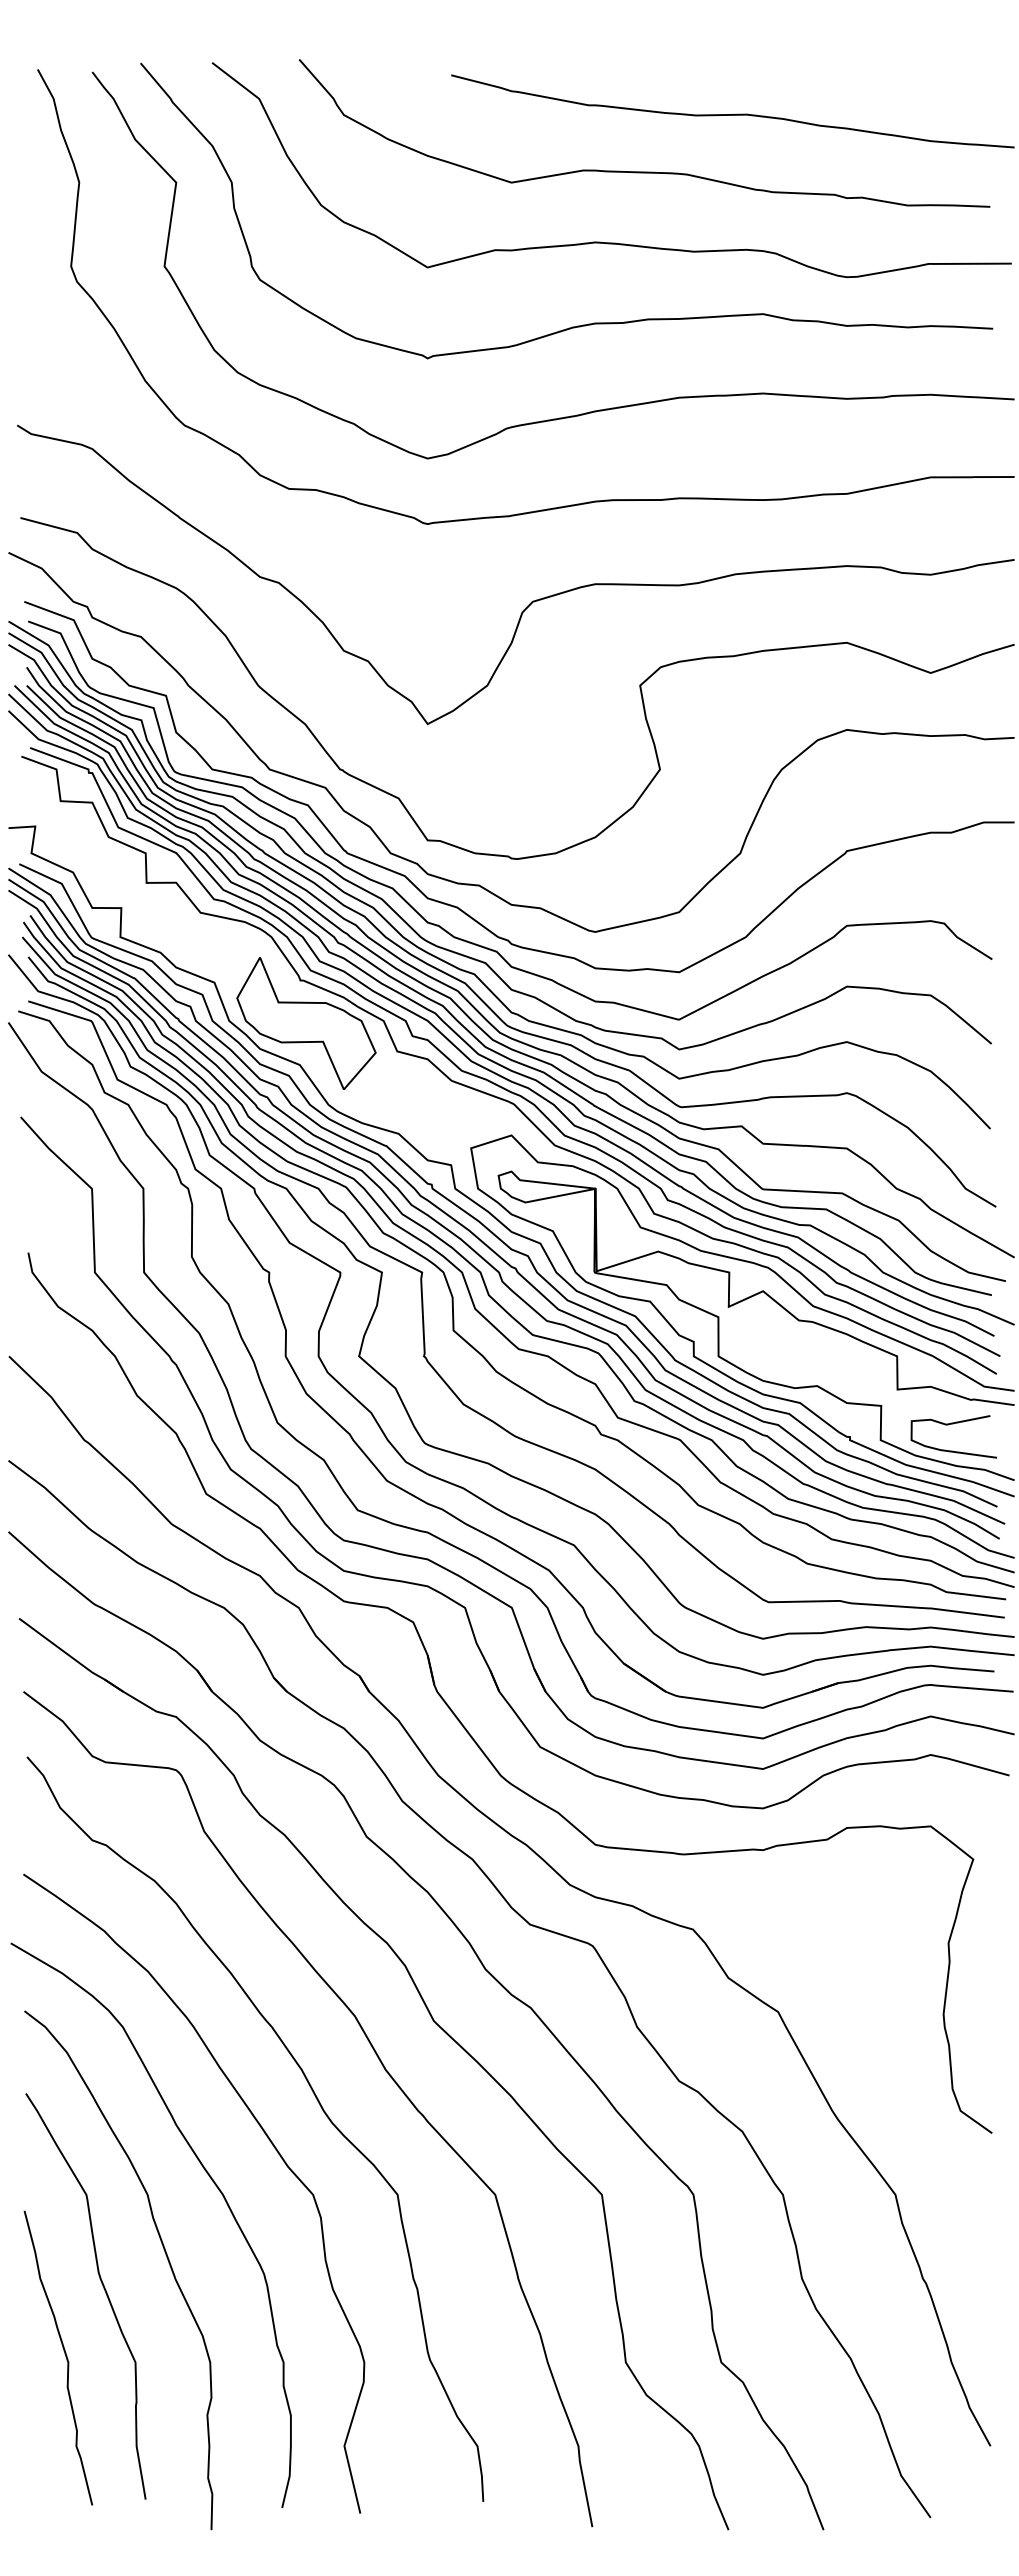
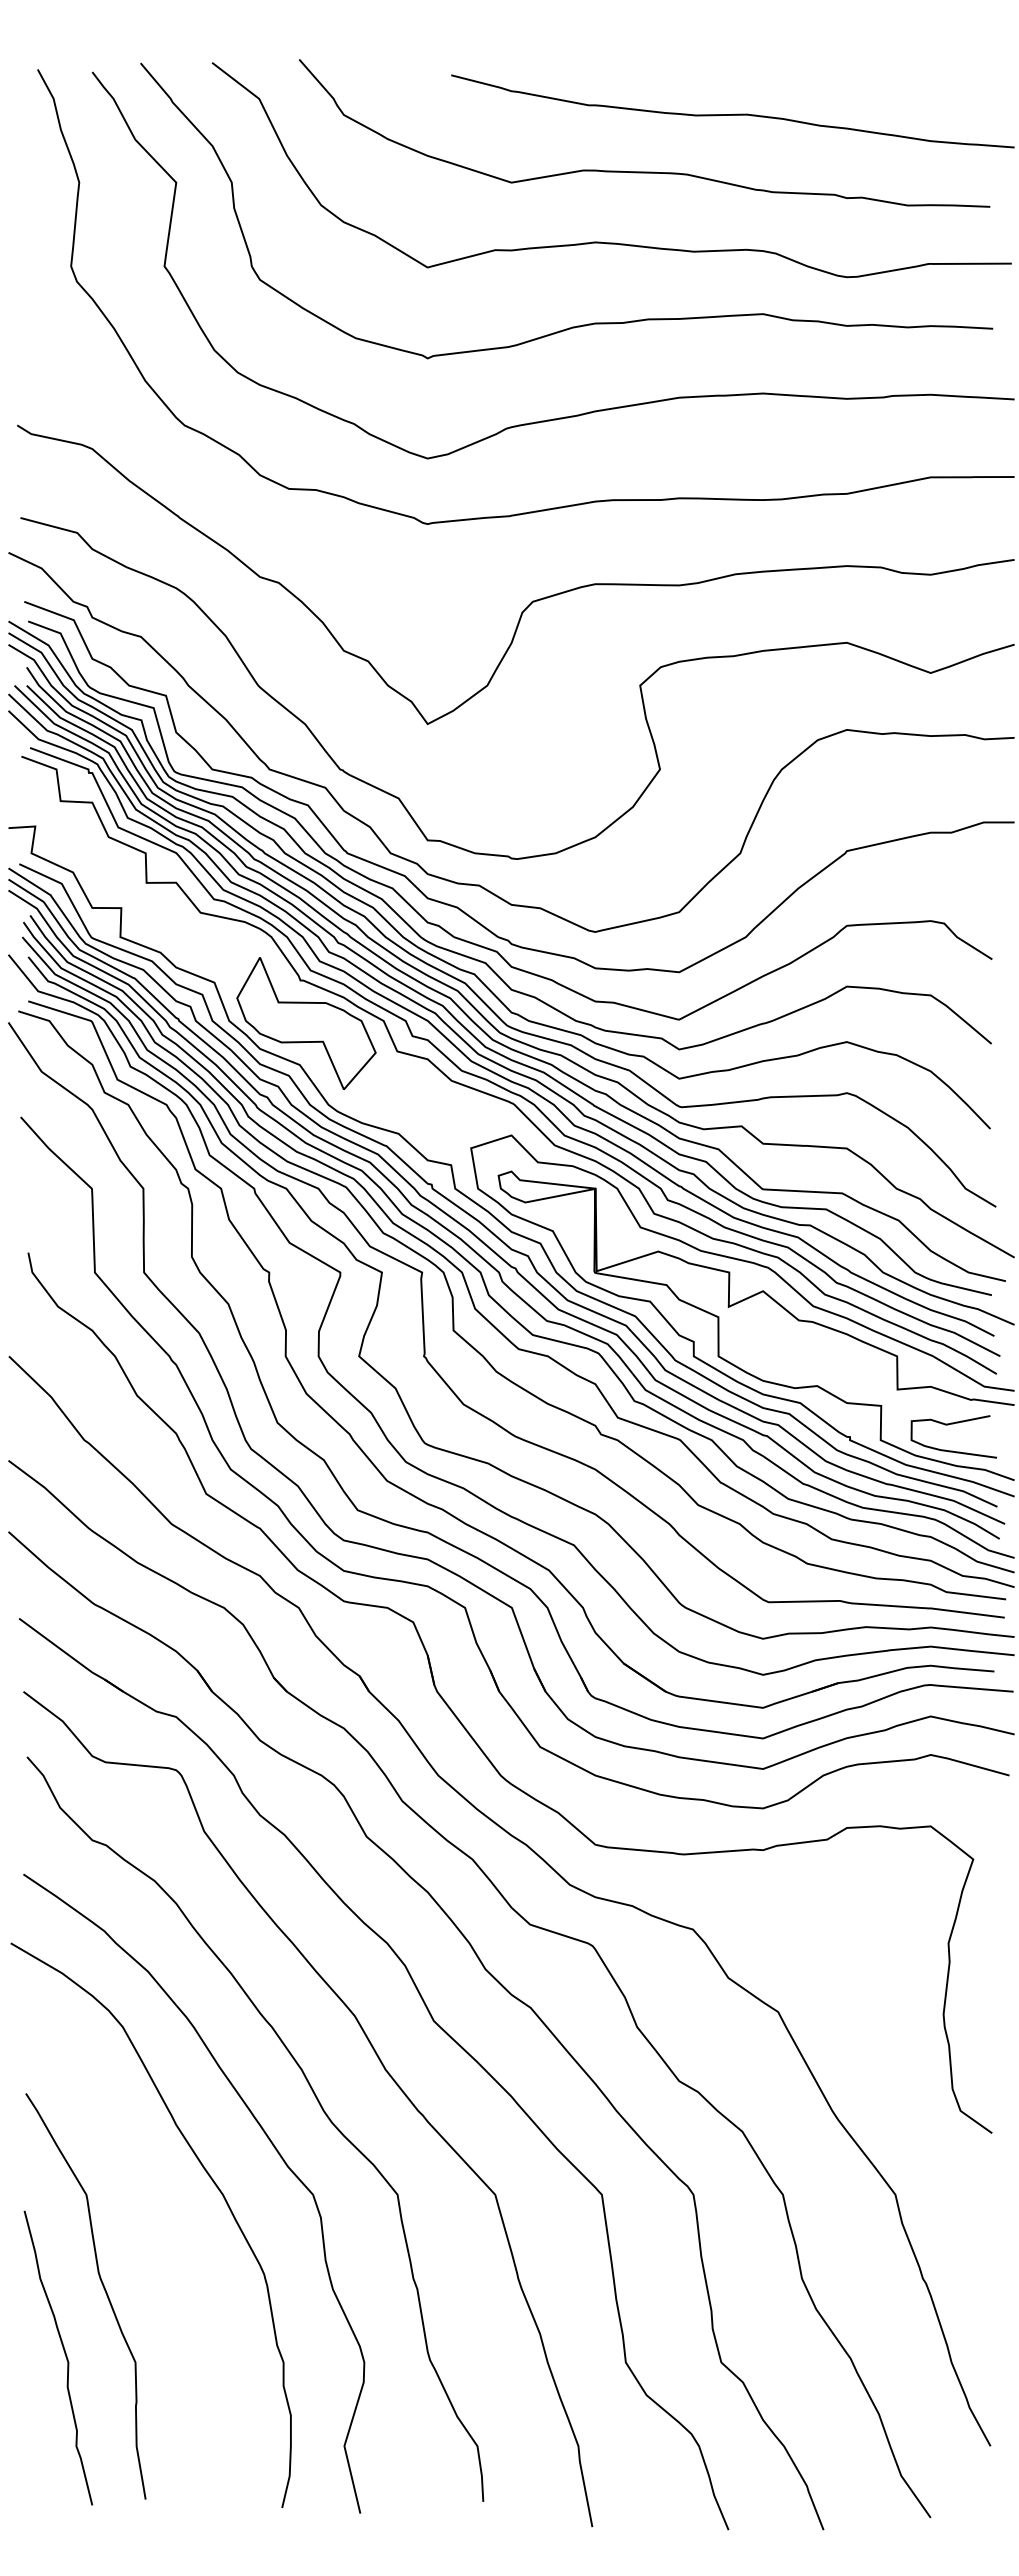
curve at (165, 2255): present -> none
